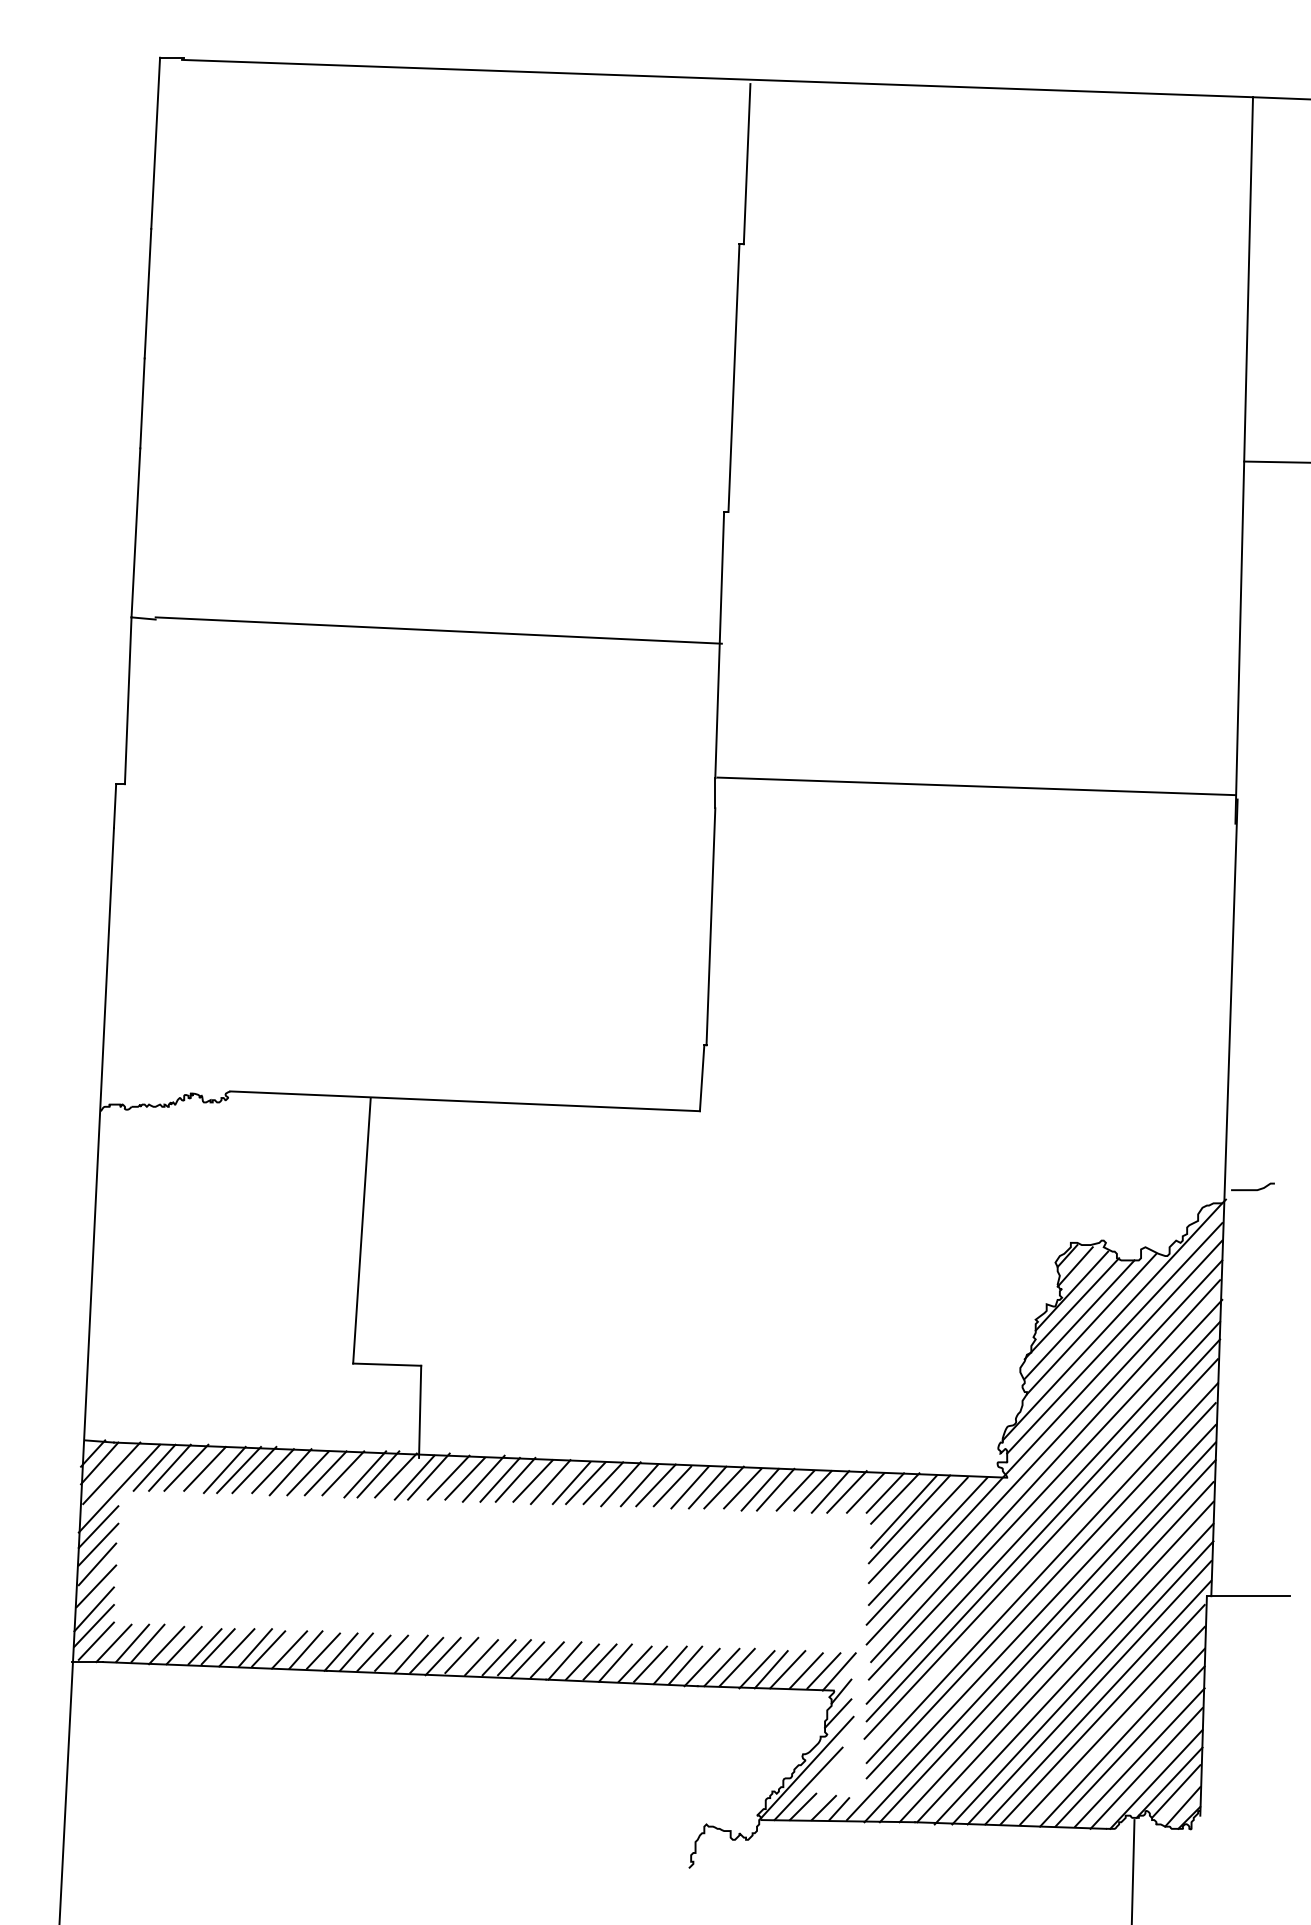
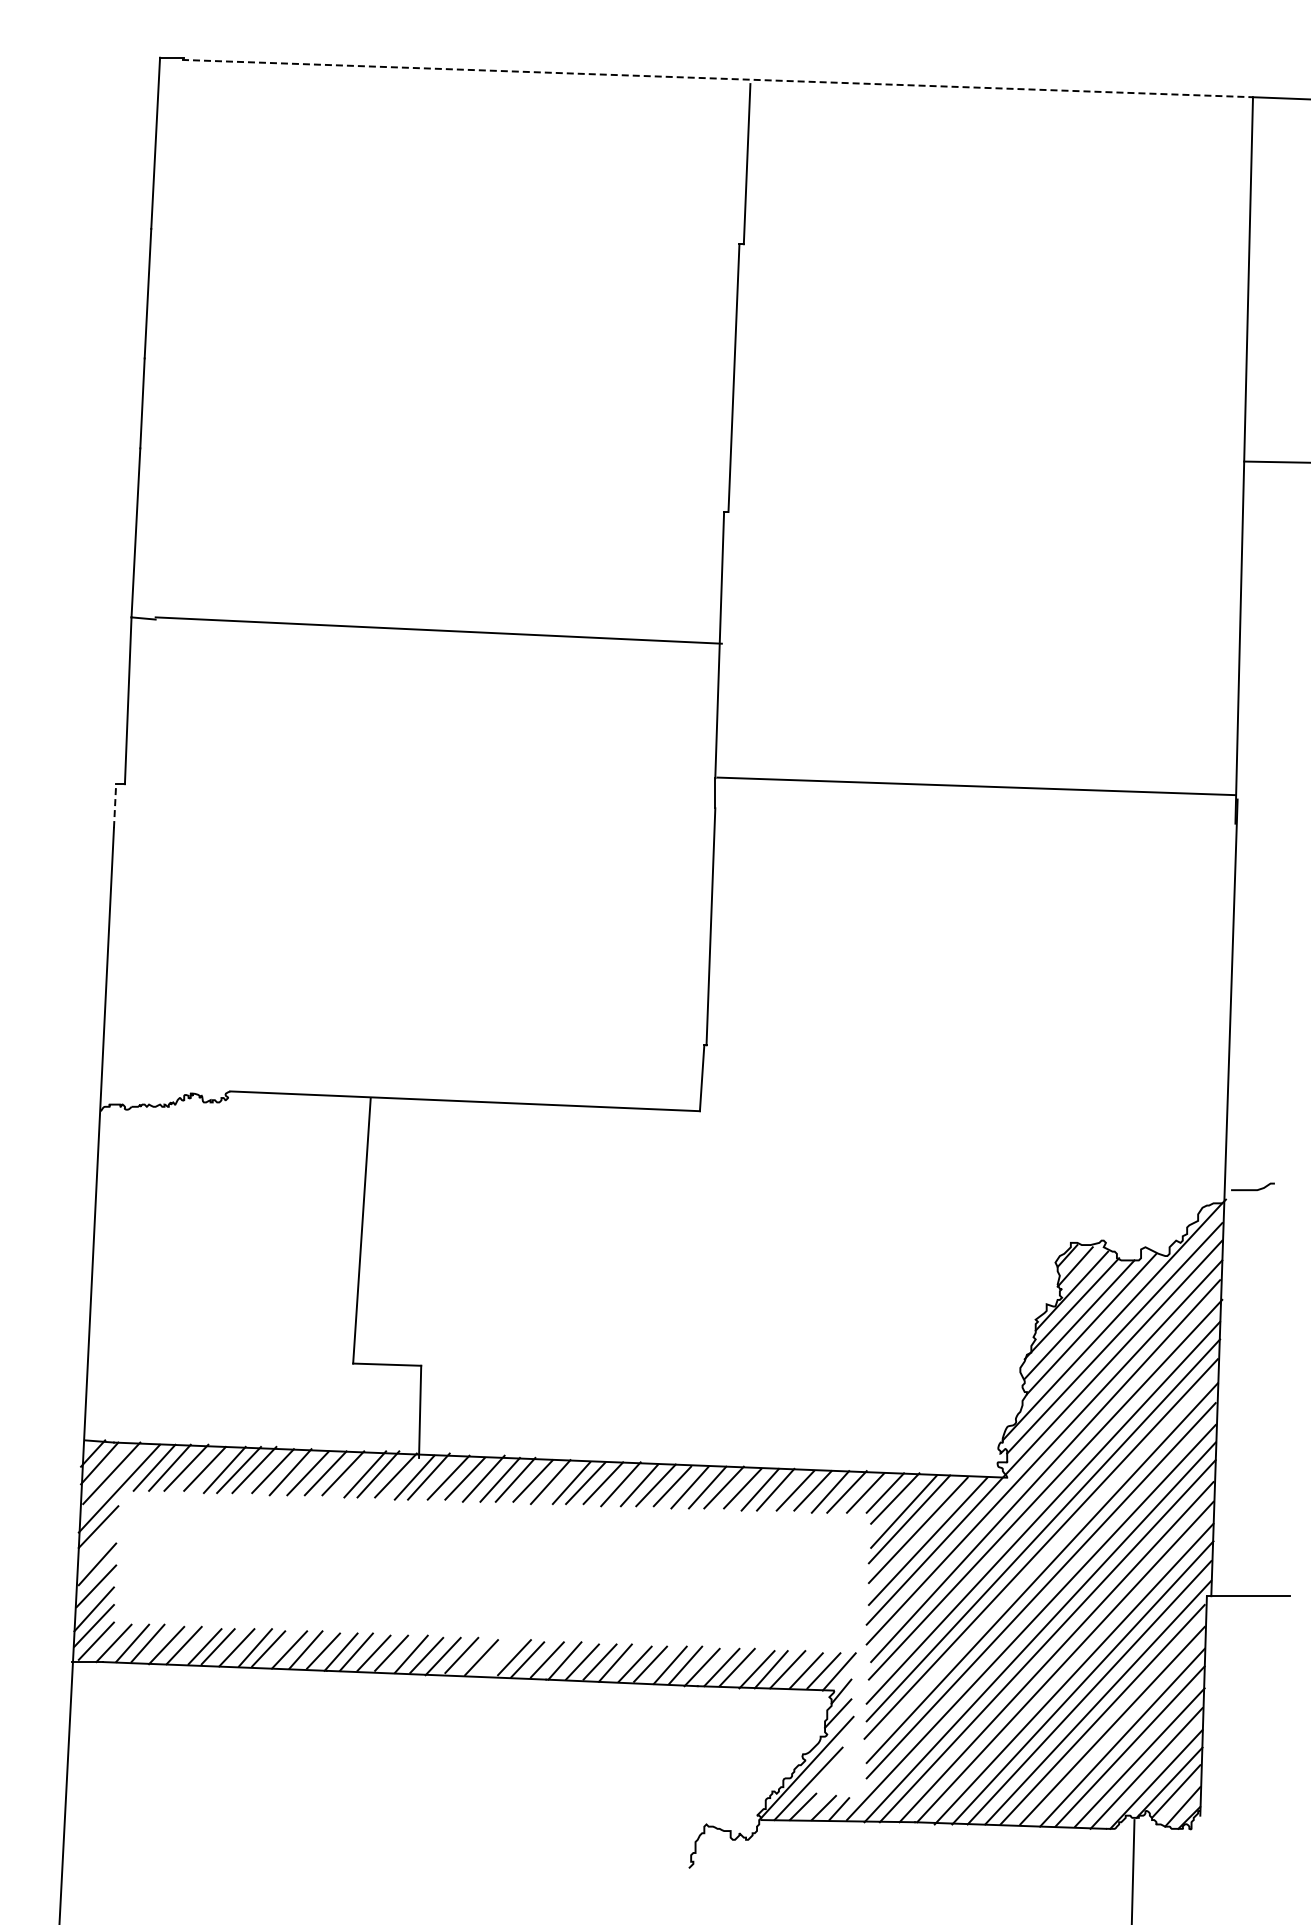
line at (717, 78): solid -> dashed
line at (115, 806): solid -> dashed
line at (98, 1544): present -> none
line at (498, 1657): present -> none
